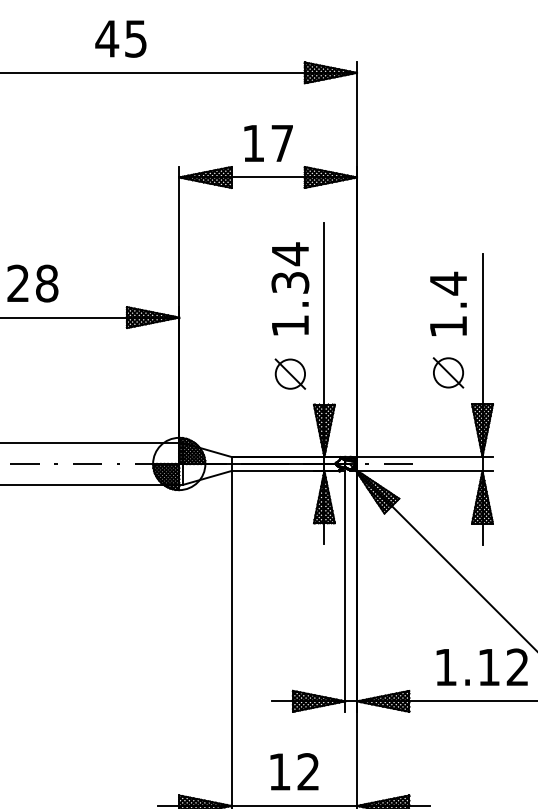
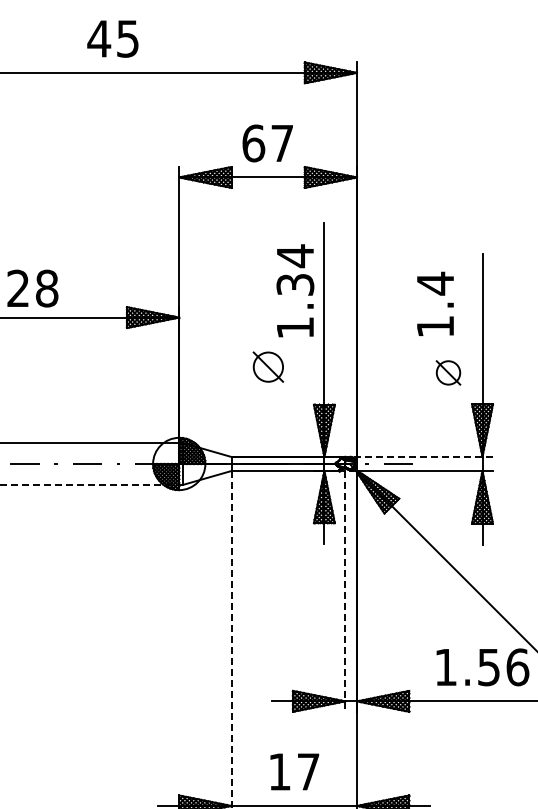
text at (120, 38) position: (120, 38) -> (112, 38)
text at (253, 143): 17 -> 67
text at (32, 283) position: (32, 283) -> (32, 288)
text at (290, 288) position: (290, 288) -> (295, 290)
text at (448, 303) position: (448, 303) -> (435, 303)
part at (448, 372) size: 33x32 px -> 27x26 px
part at (290, 373) position: (290, 373) -> (268, 366)
line at (421, 456): solid -> dashed
line at (90, 484): solid -> dashed
line at (345, 592): solid -> dashed
line at (231, 639): solid -> dashed
text at (503, 667): 1.12 -> 1.56
text at (308, 771): 12 -> 17
